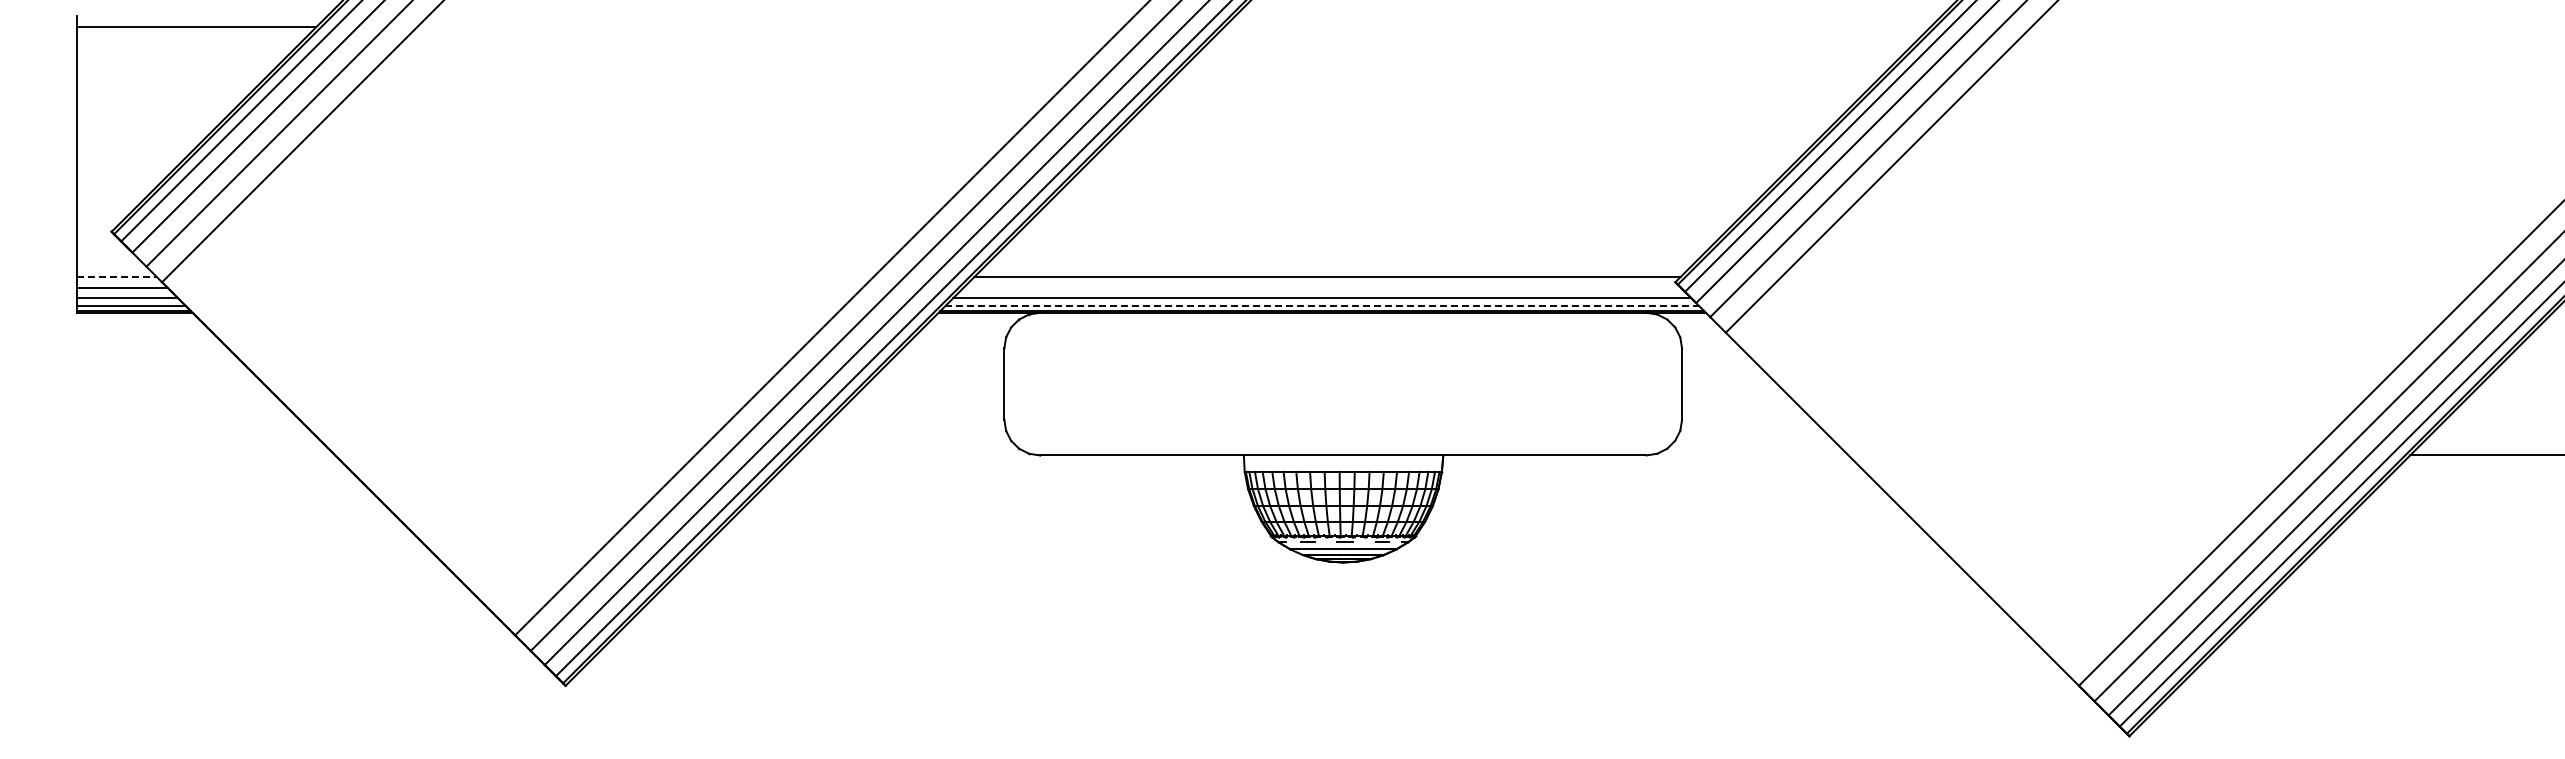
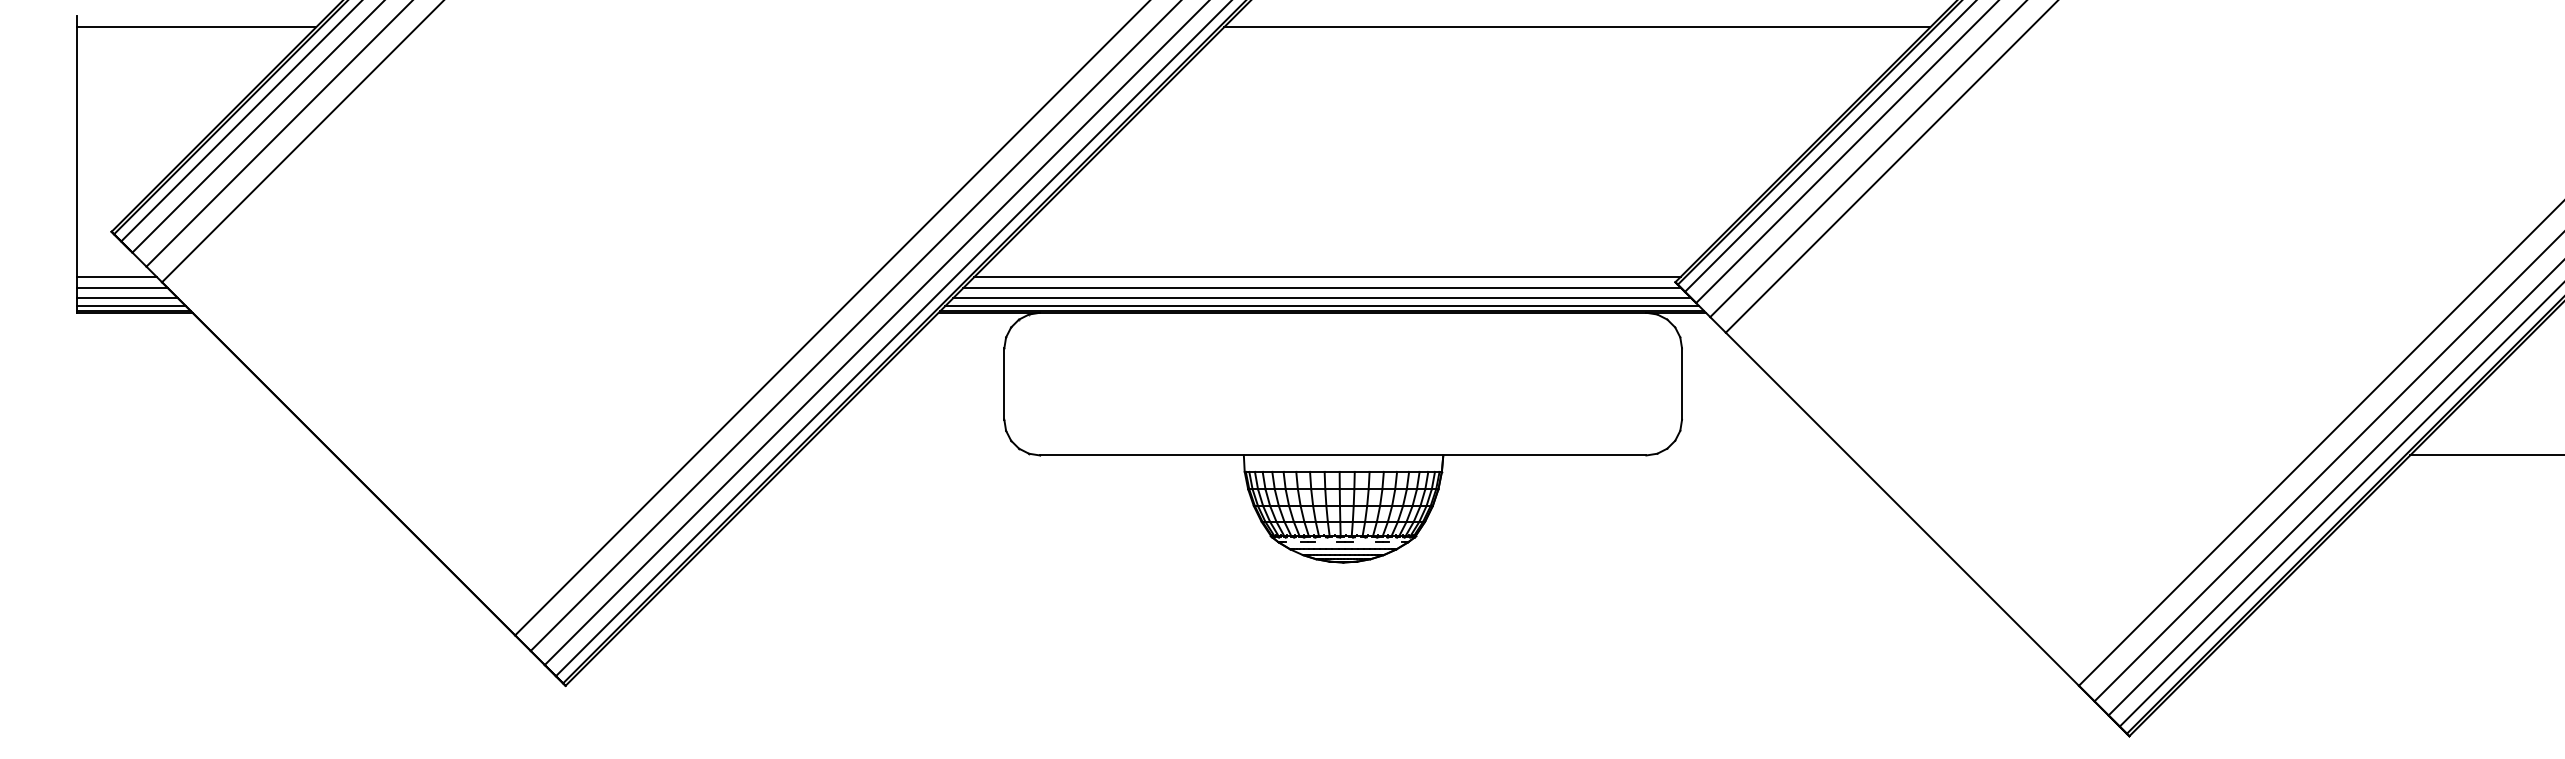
line at (1577, 27): none -> present
line at (116, 277): dashed -> solid
line at (1322, 288): none -> present
line at (1322, 305): dashed -> solid
